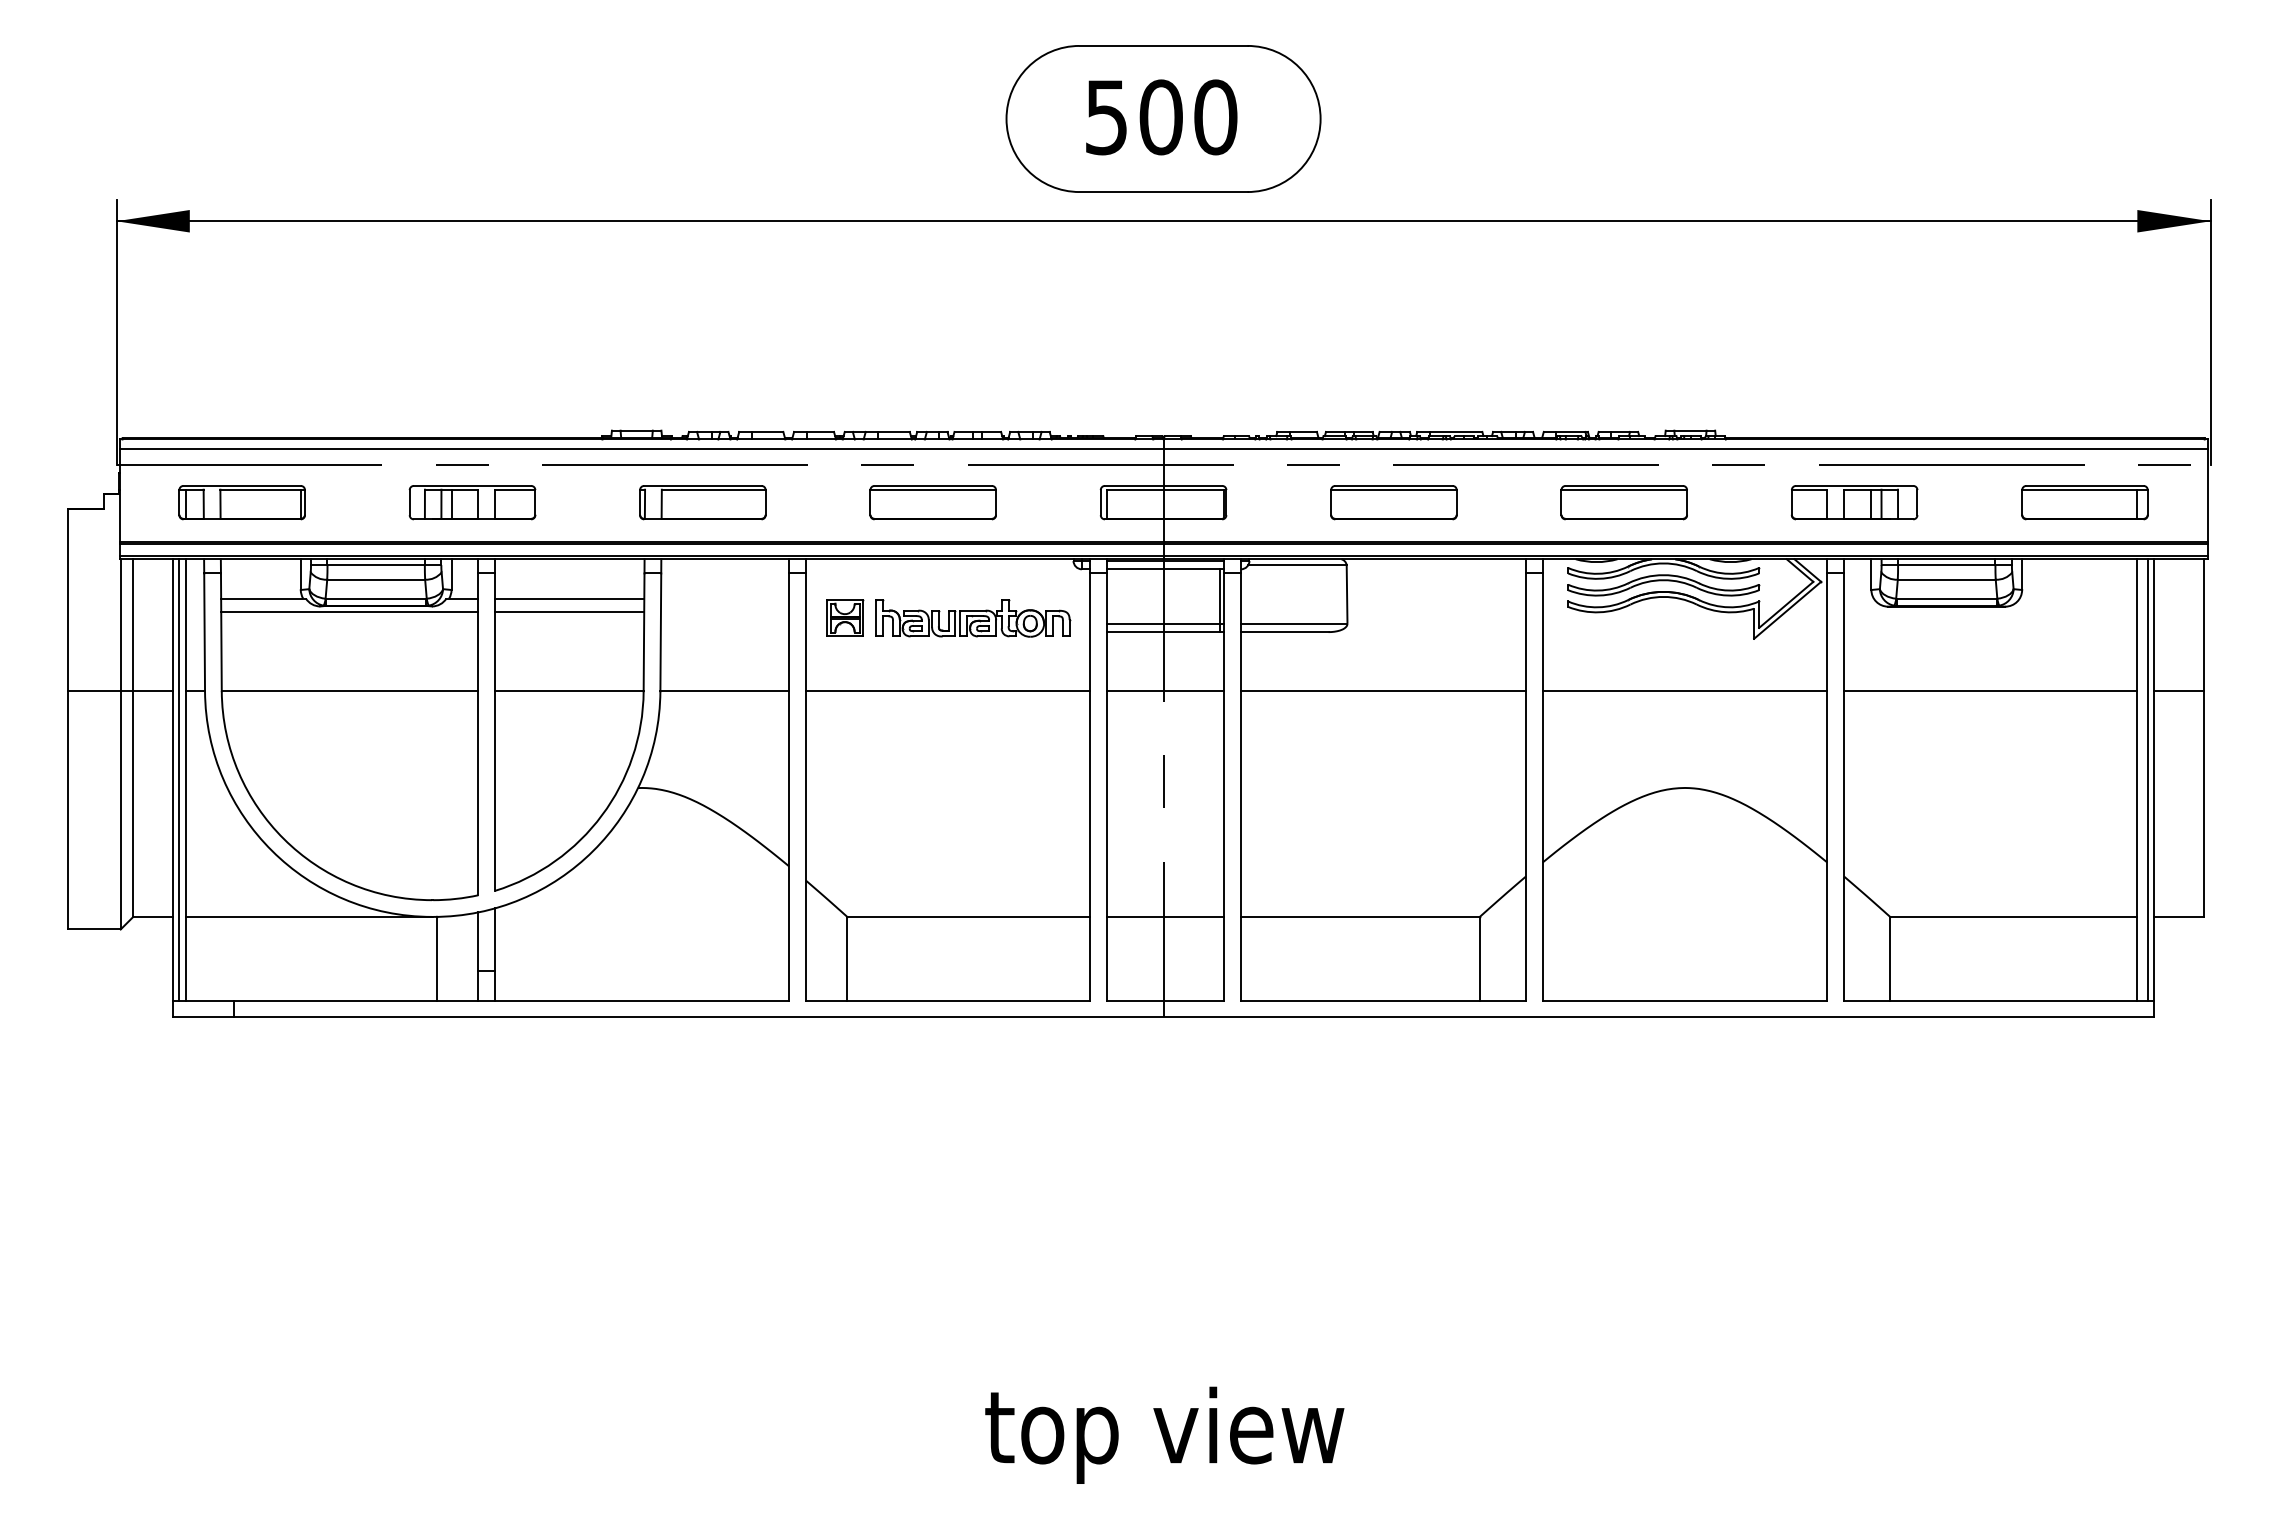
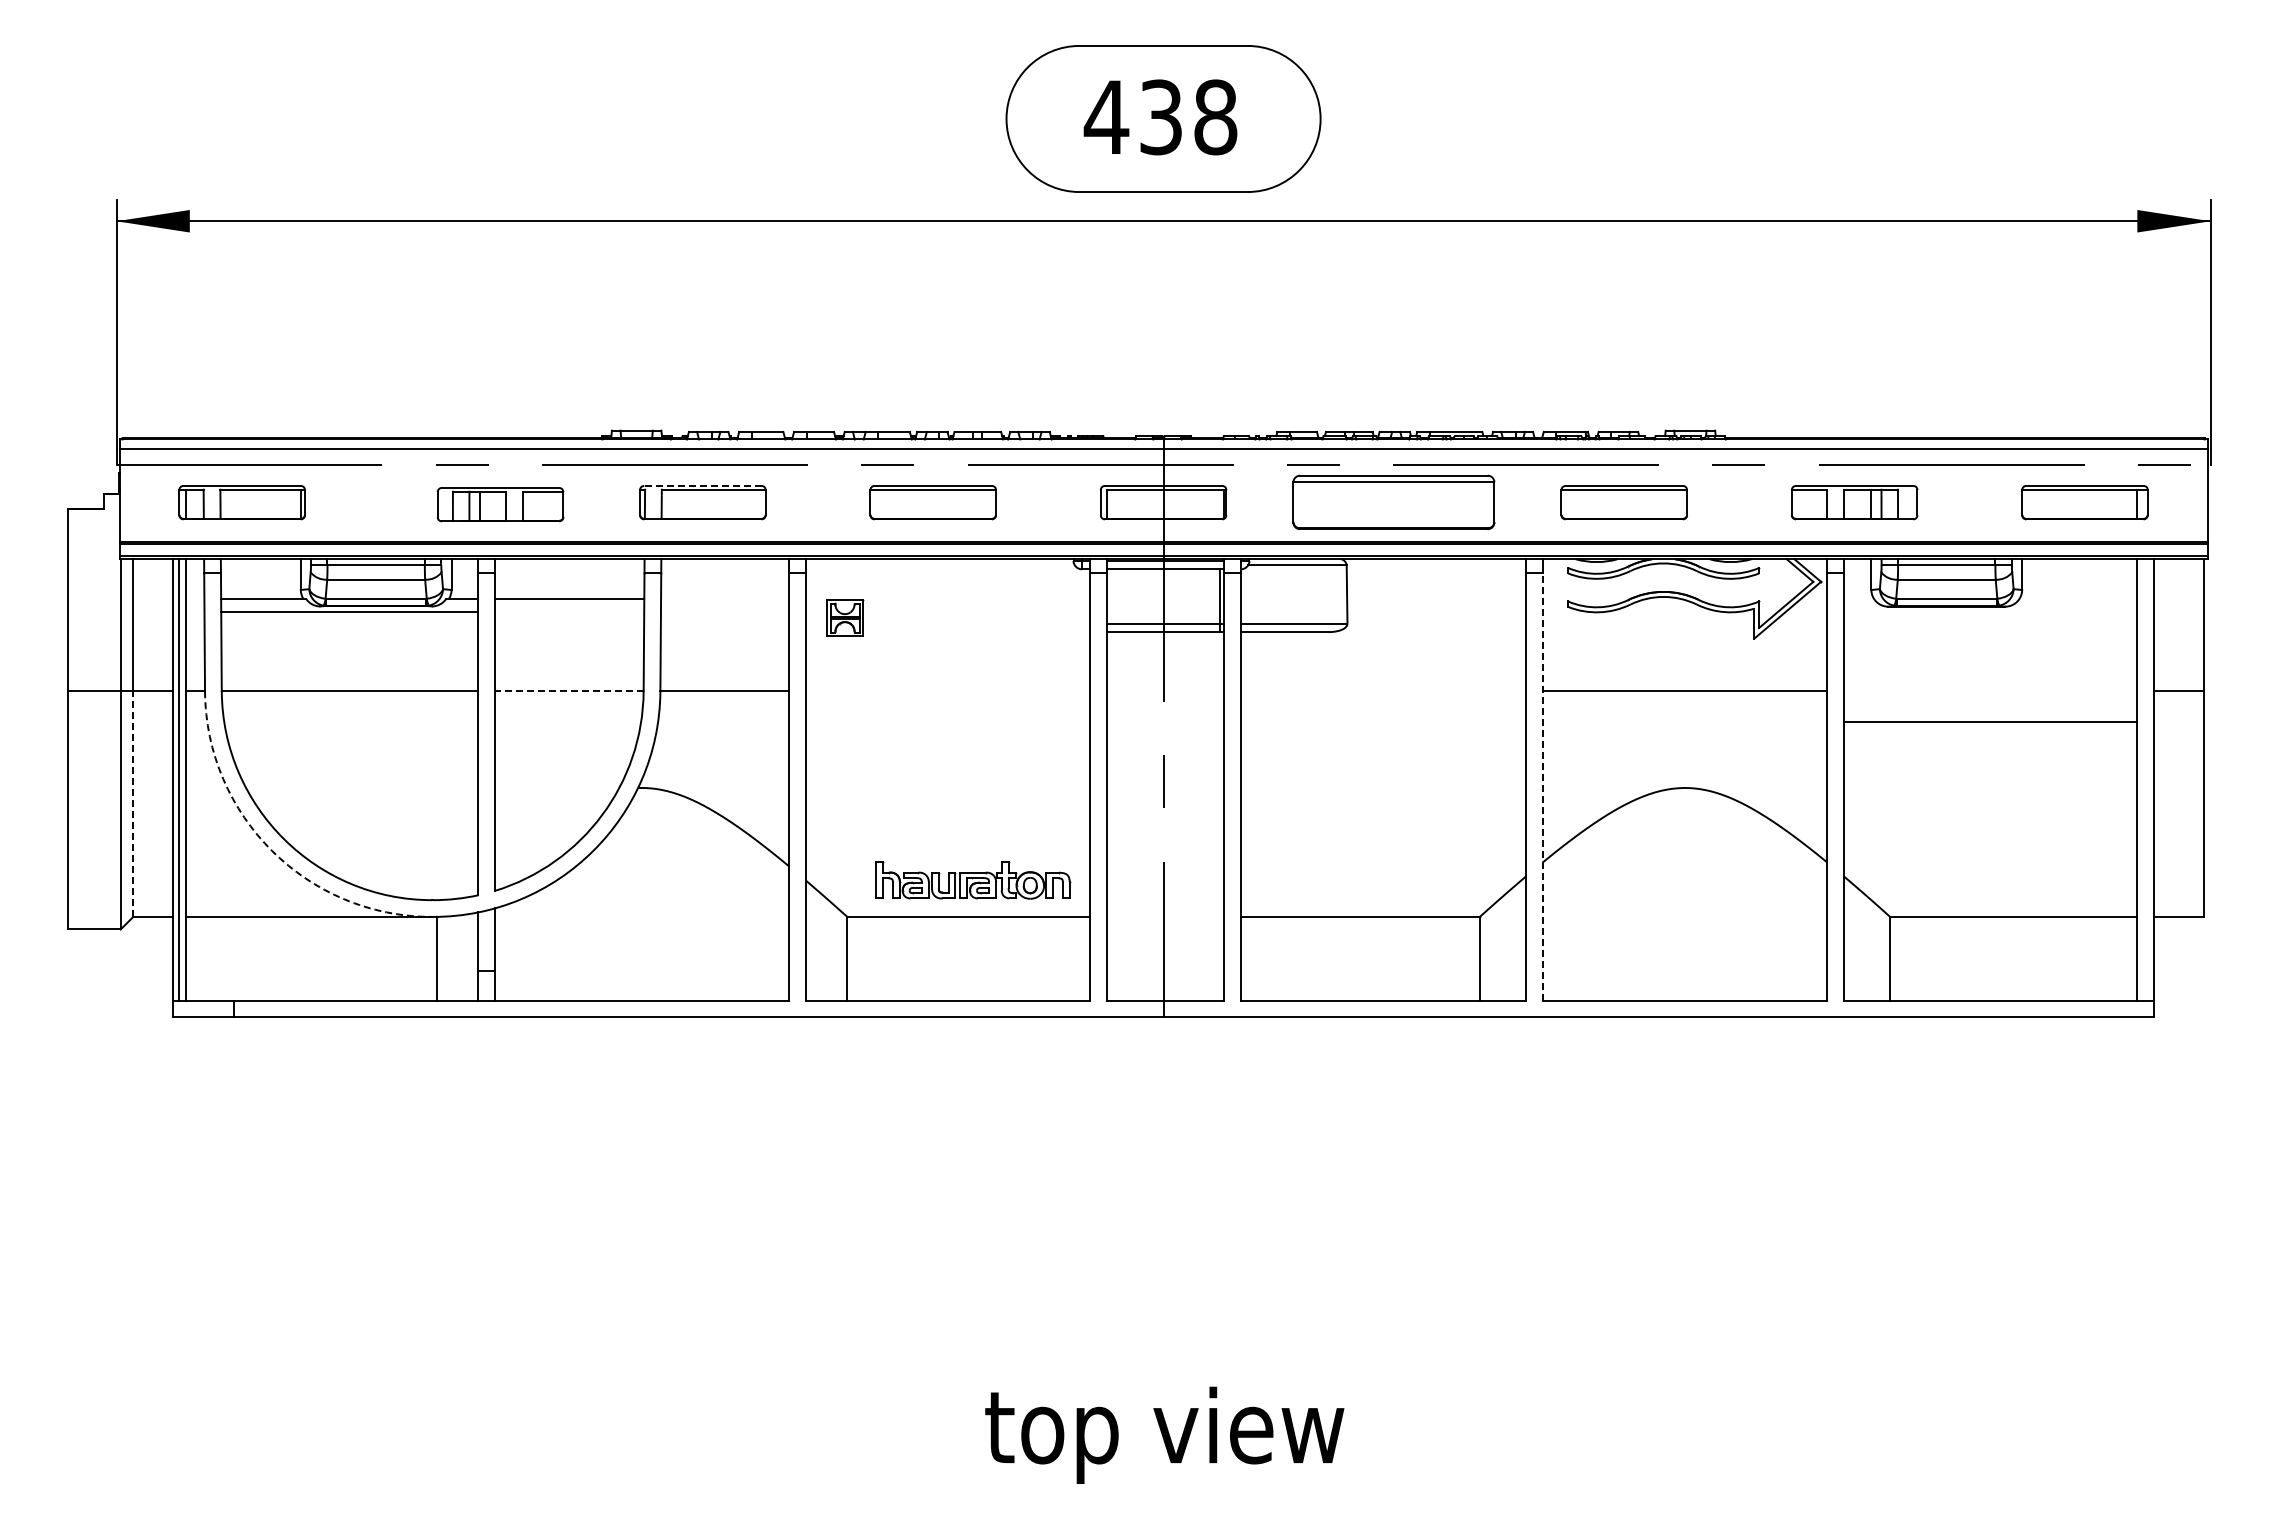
text at (1160, 117): 500 -> 438
line at (702, 485): solid -> dashed
part at (472, 502) position: (472, 502) -> (500, 504)
part at (1393, 502) size: 128x36 px -> 204x57 px
part at (1663, 585): present -> none
line at (569, 611): present -> none
part at (973, 618) position: (973, 618) -> (973, 880)
line at (568, 691): solid -> dashed
line at (947, 691): present -> none
line at (1165, 691): present -> none
line at (1383, 691): present -> none
line at (1990, 691) position: (1990, 691) -> (1990, 722)
line at (2147, 779): present -> none
line at (1542, 787): solid -> dashed
line at (133, 804): solid -> dashed
arc at (272, 850): solid -> dashed
line at (1165, 916): present -> none
